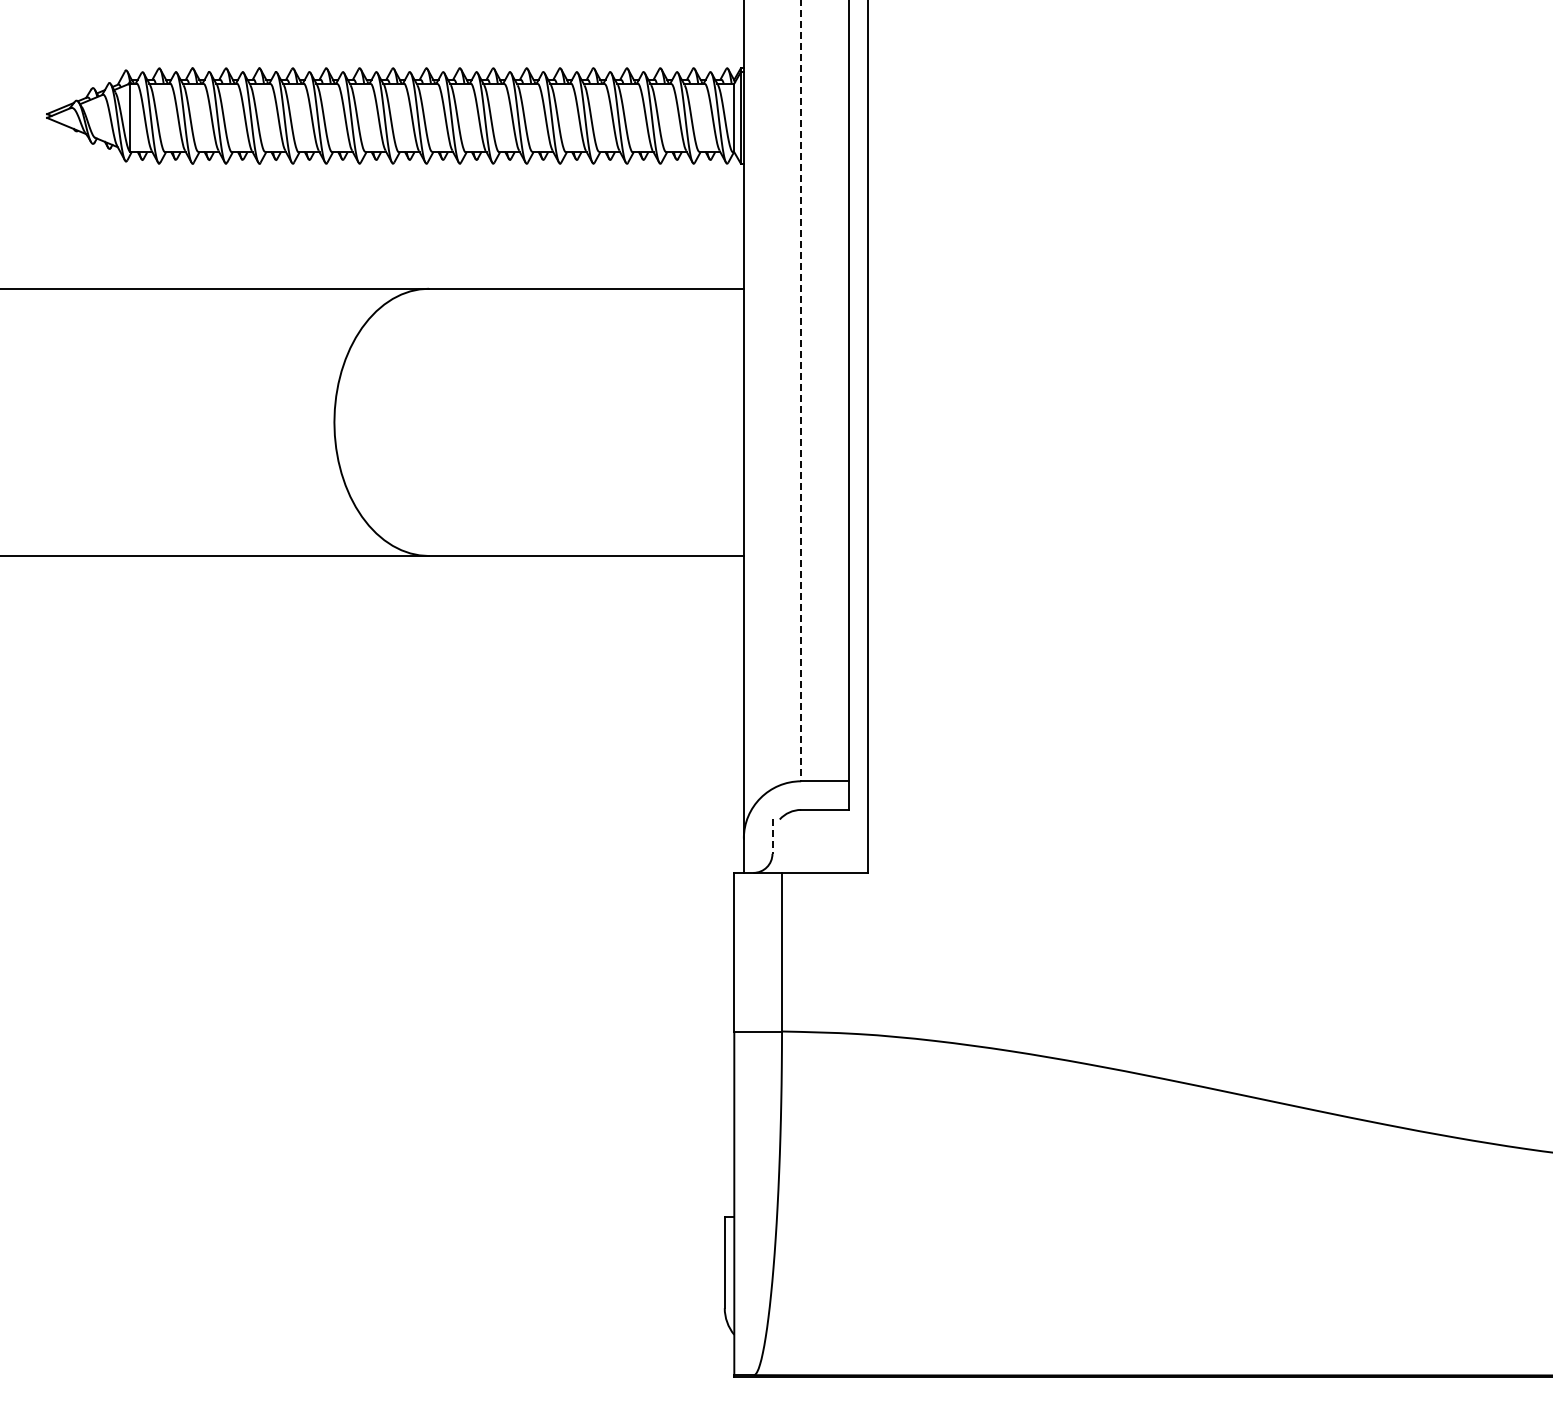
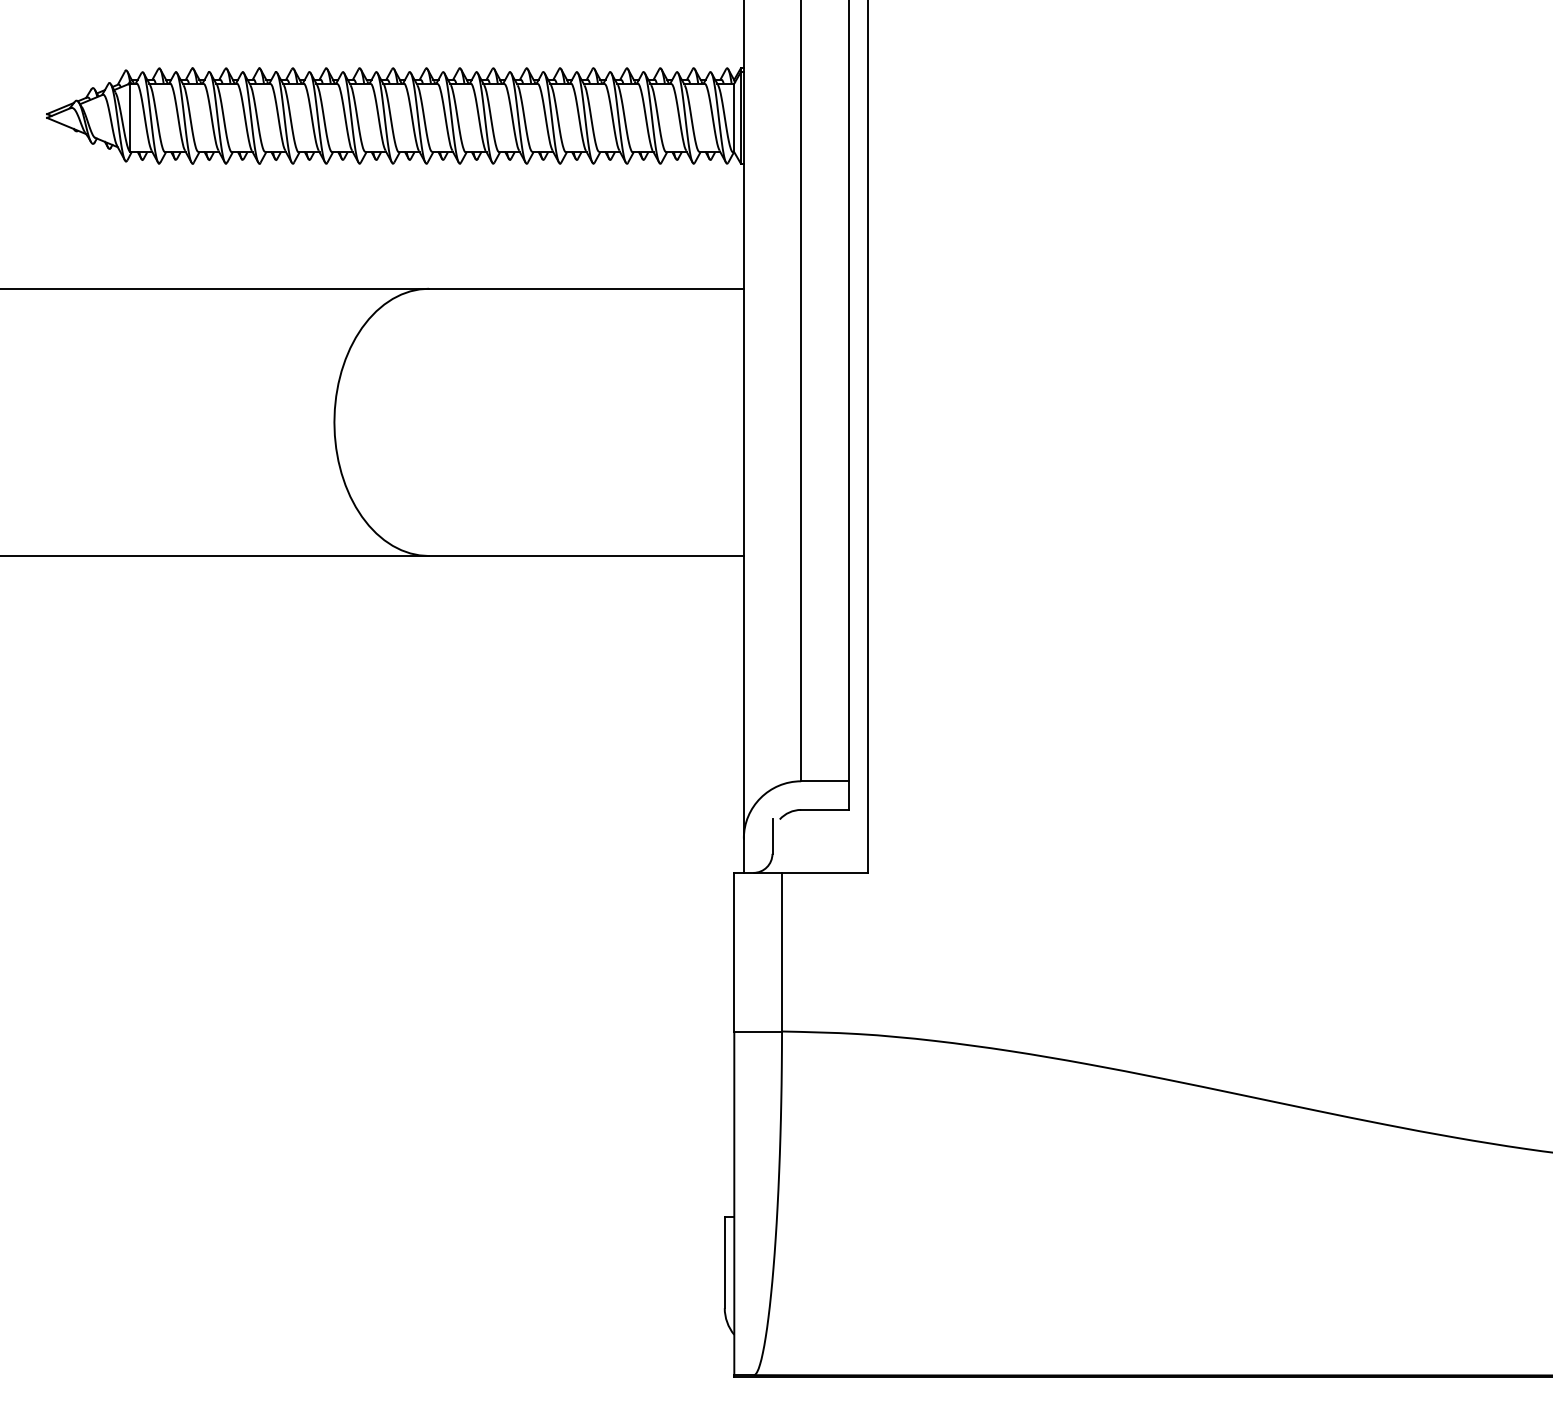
line at (801, 391): dashed -> solid
line at (772, 837): dashed -> solid
